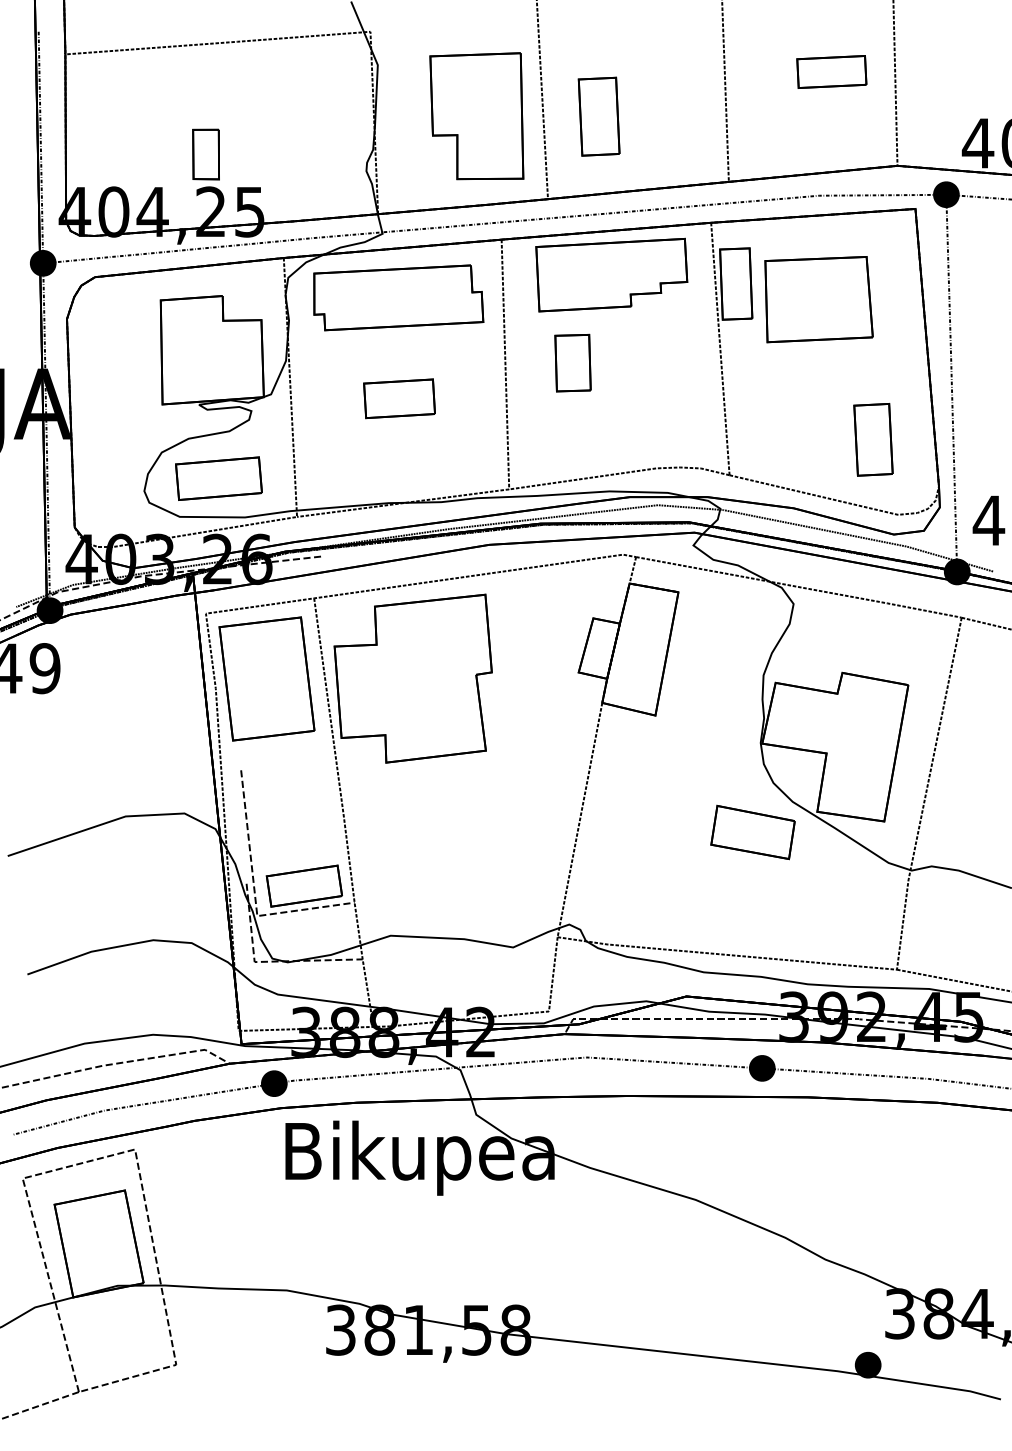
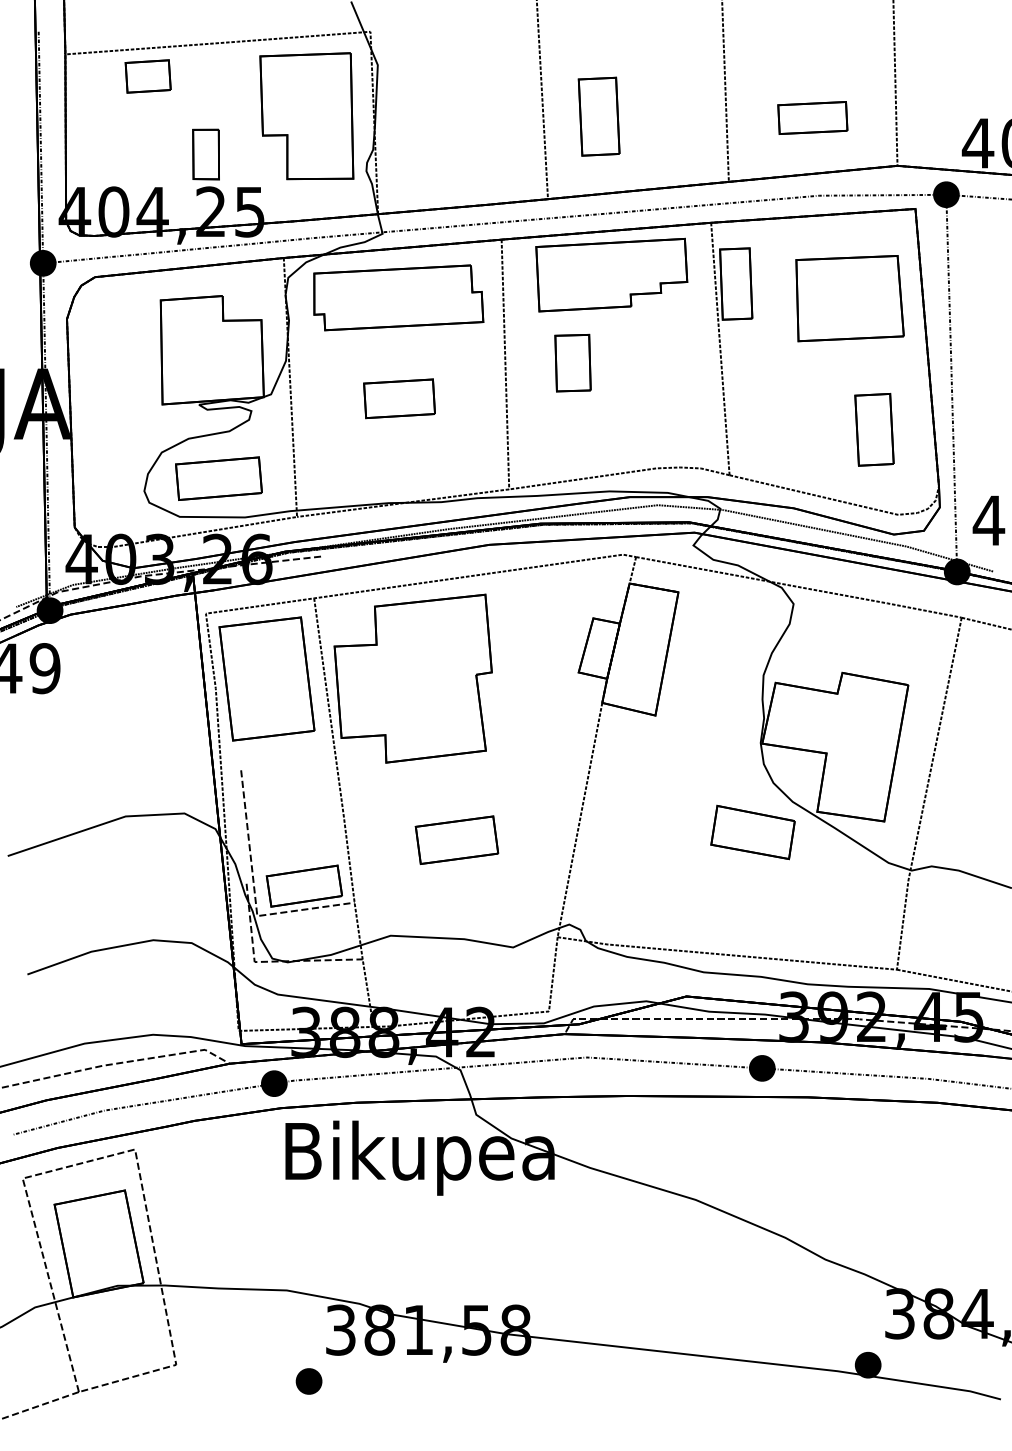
part at (831, 71) position: (831, 71) -> (812, 117)
part at (147, 76): none -> present
part at (476, 116) position: (476, 116) -> (306, 116)
part at (818, 299) position: (818, 299) -> (849, 298)
part at (873, 439) position: (873, 439) -> (874, 429)
part at (456, 839): none -> present
part at (308, 1381): none -> present
